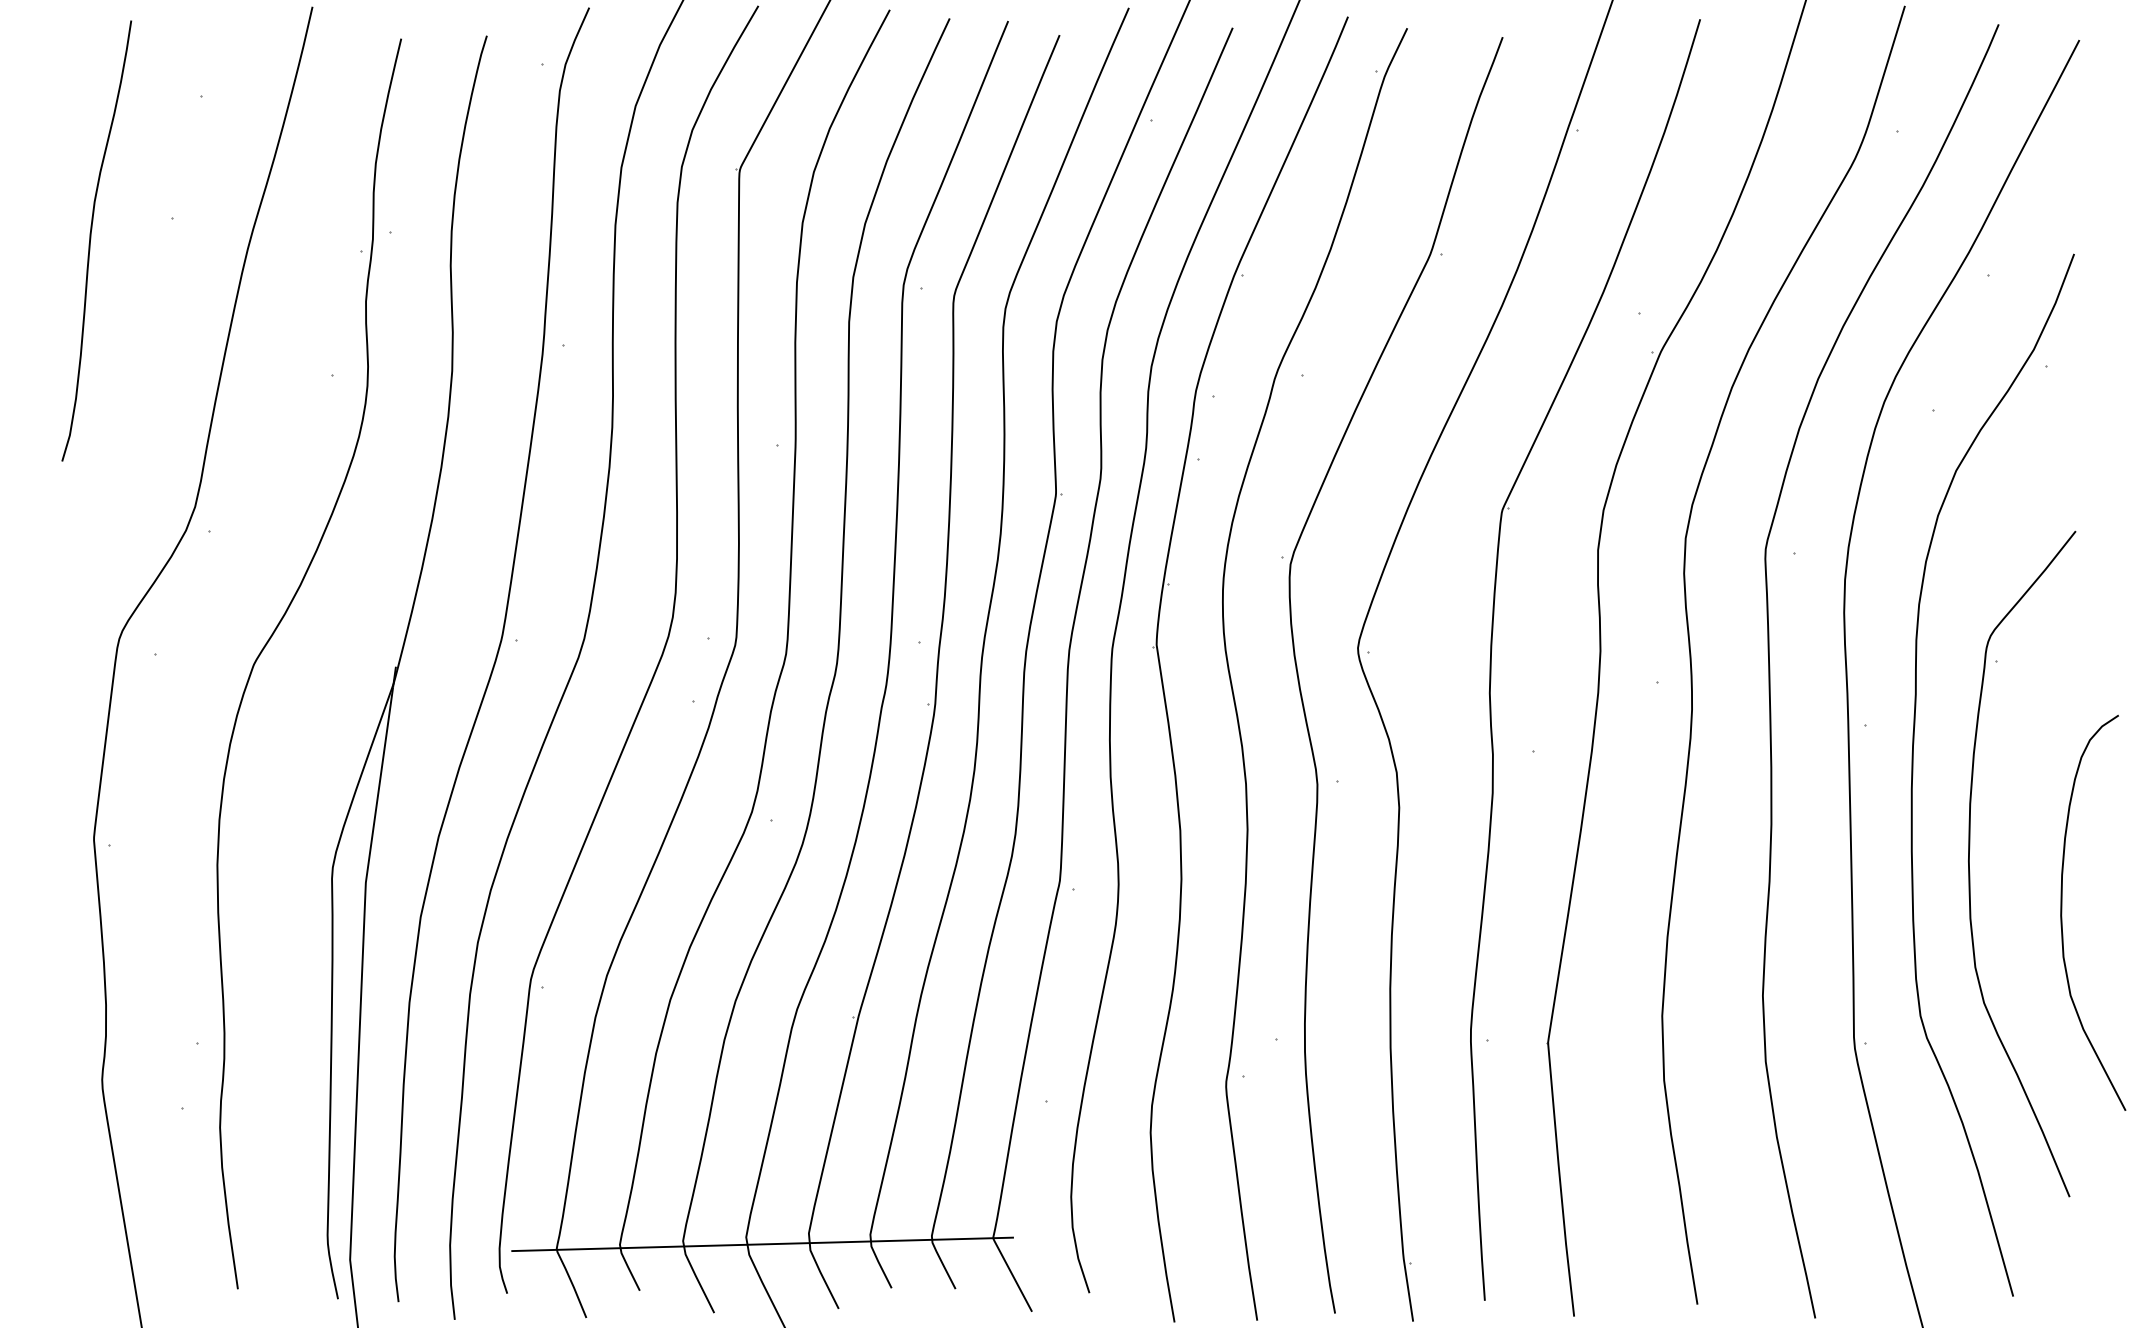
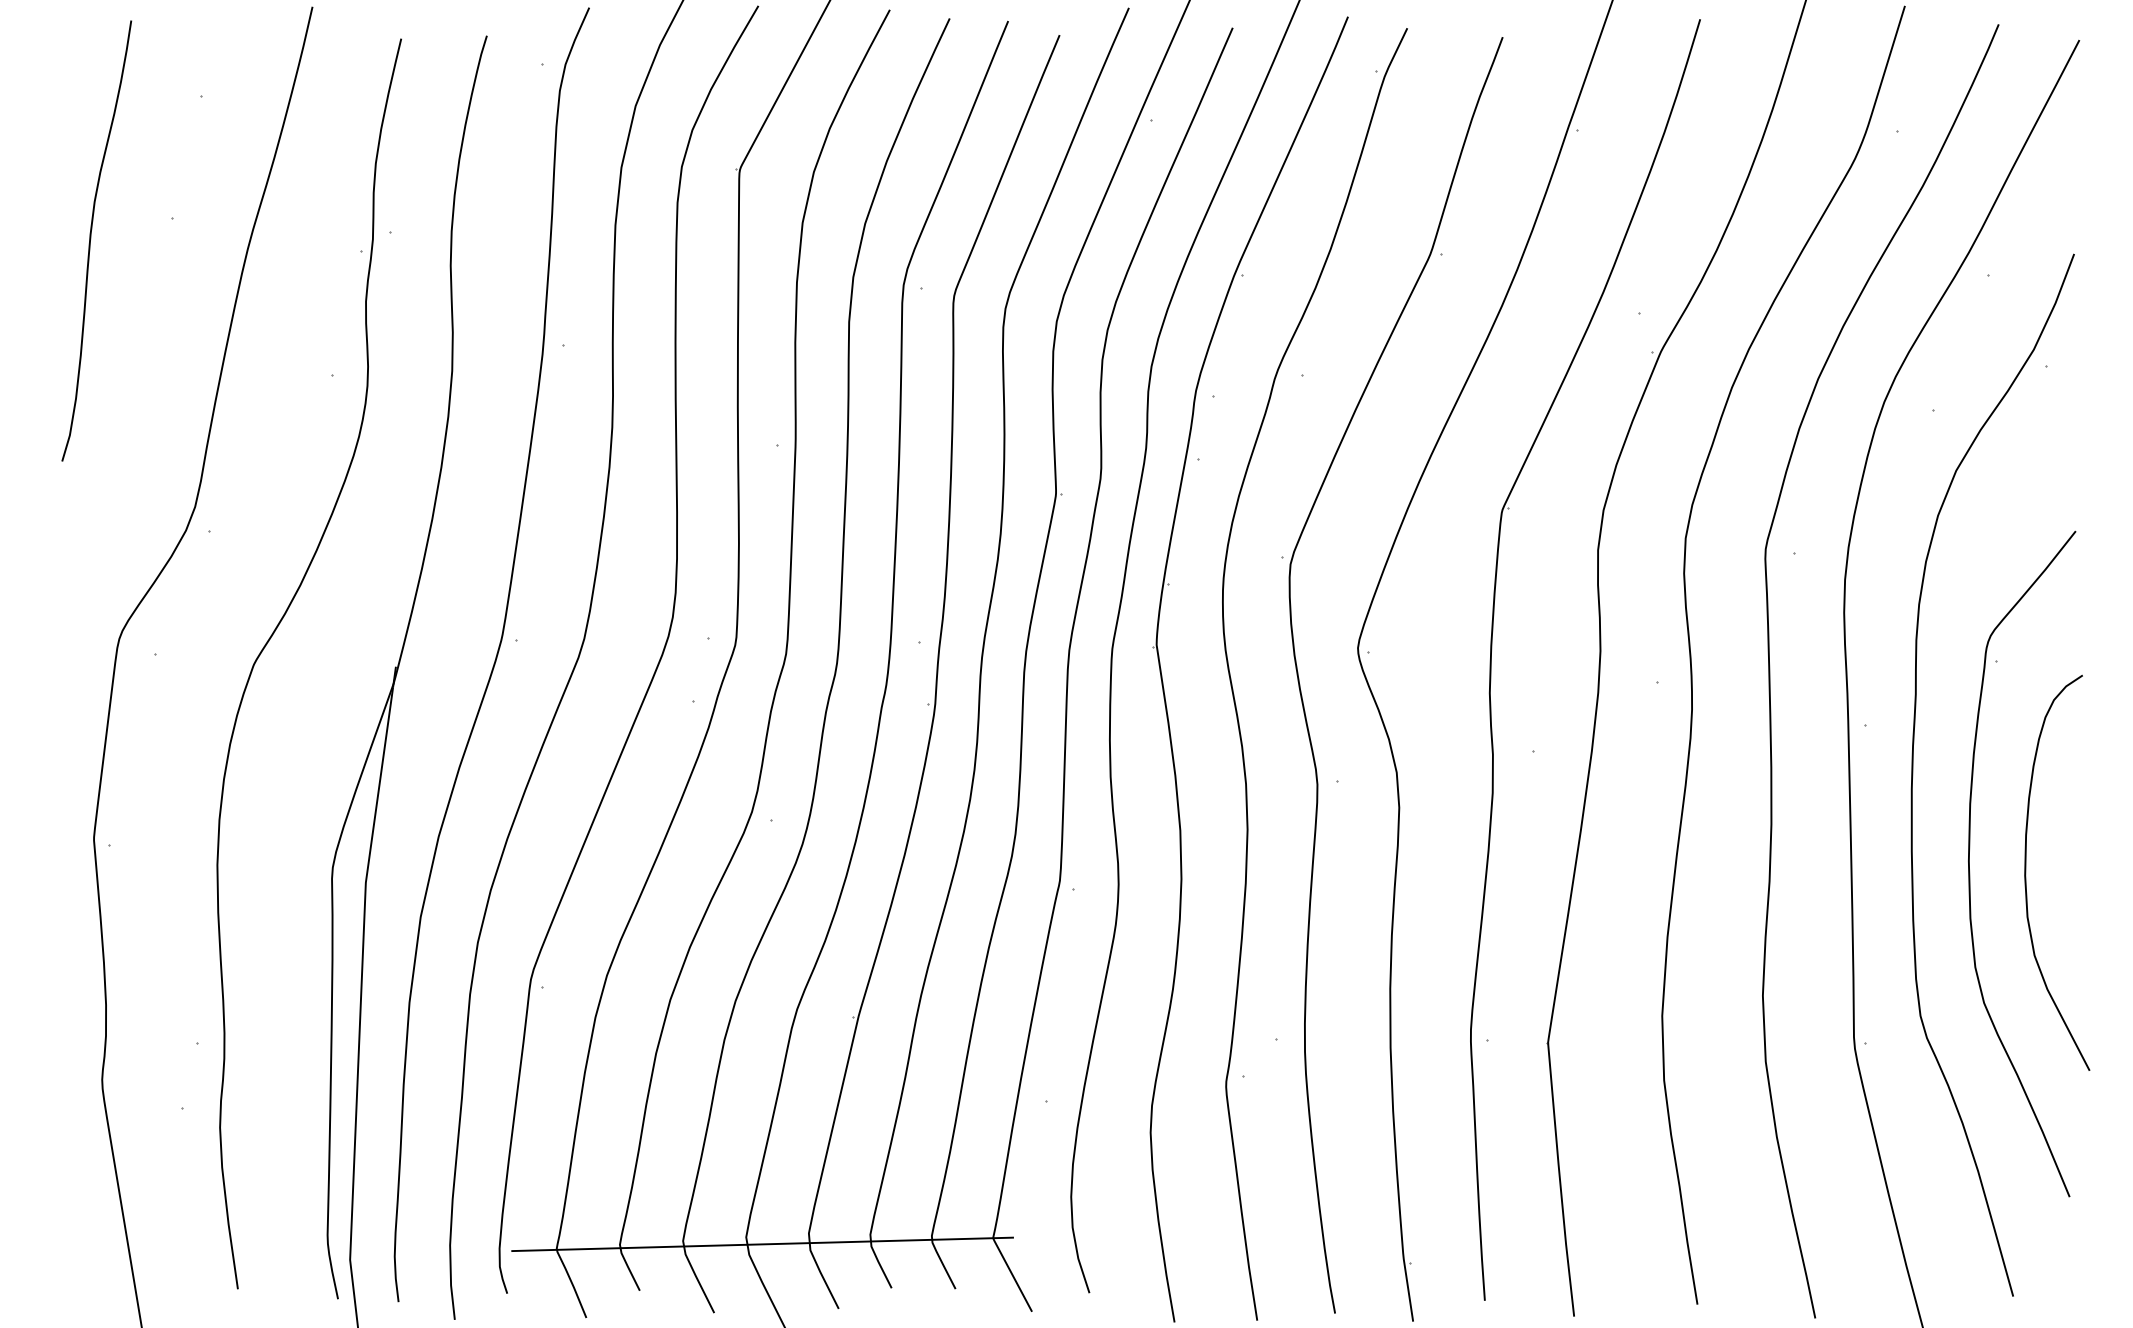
curve at (2062, 912) position: (2062, 912) -> (2026, 872)
